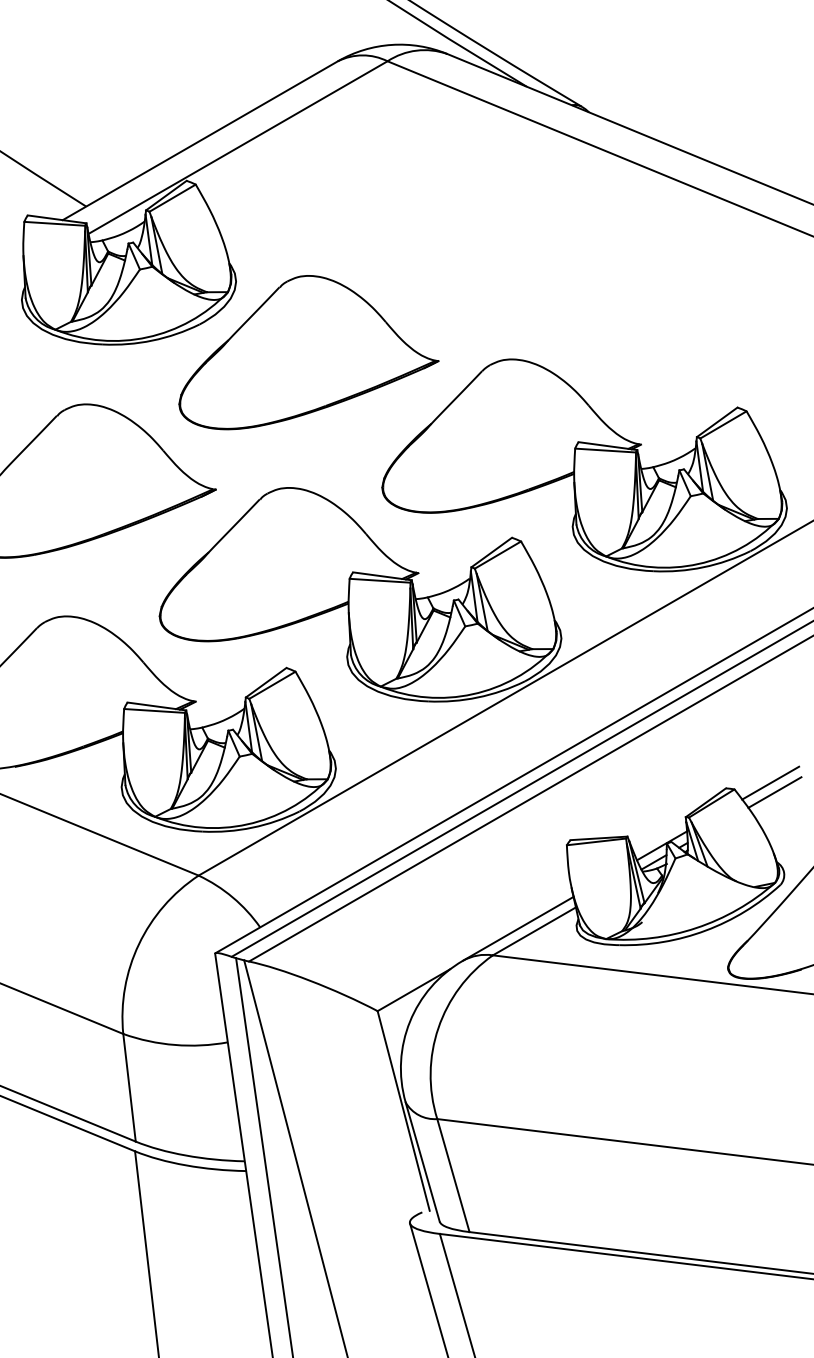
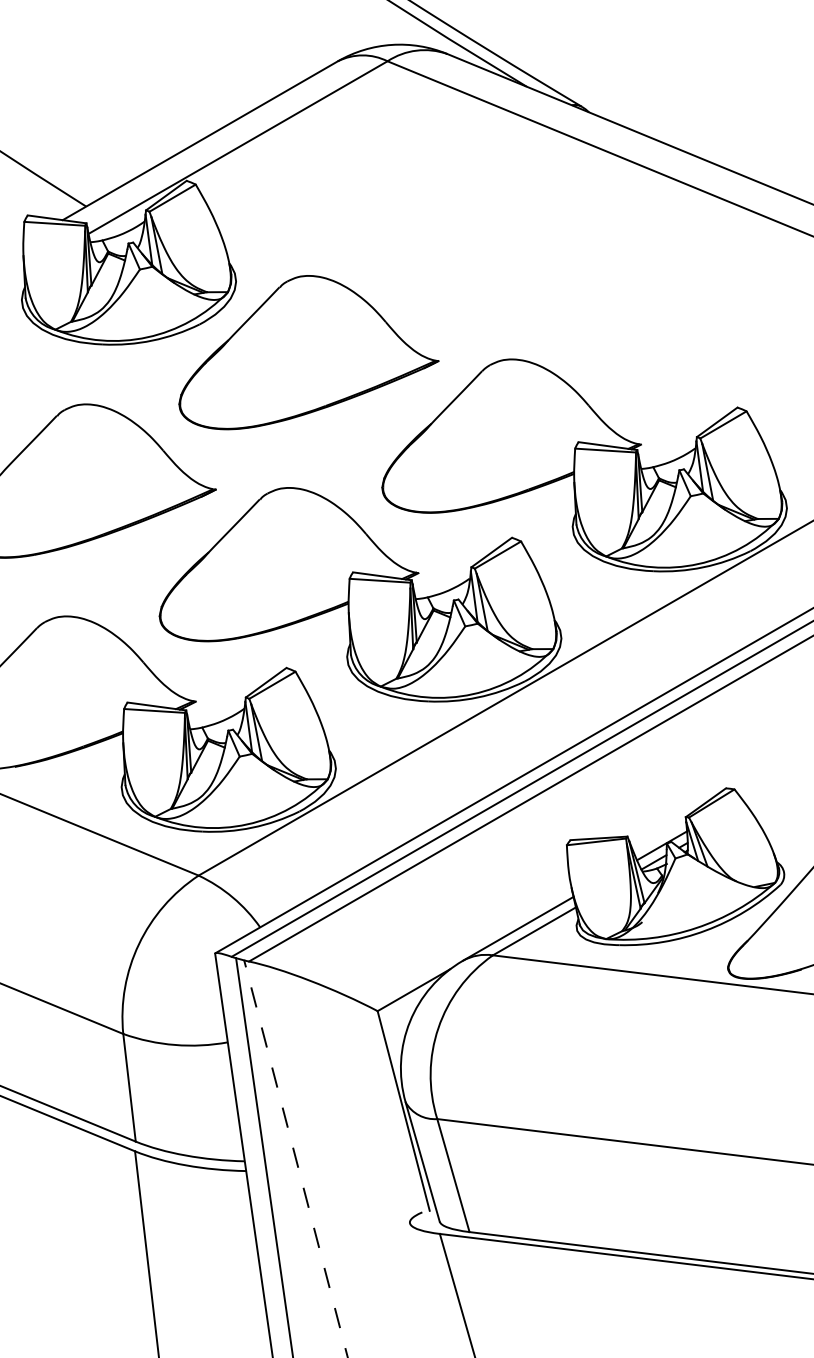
line at (770, 782): present -> none
line at (774, 792): present -> none
line at (295, 1158): solid -> dashed
line at (428, 1288): present -> none
